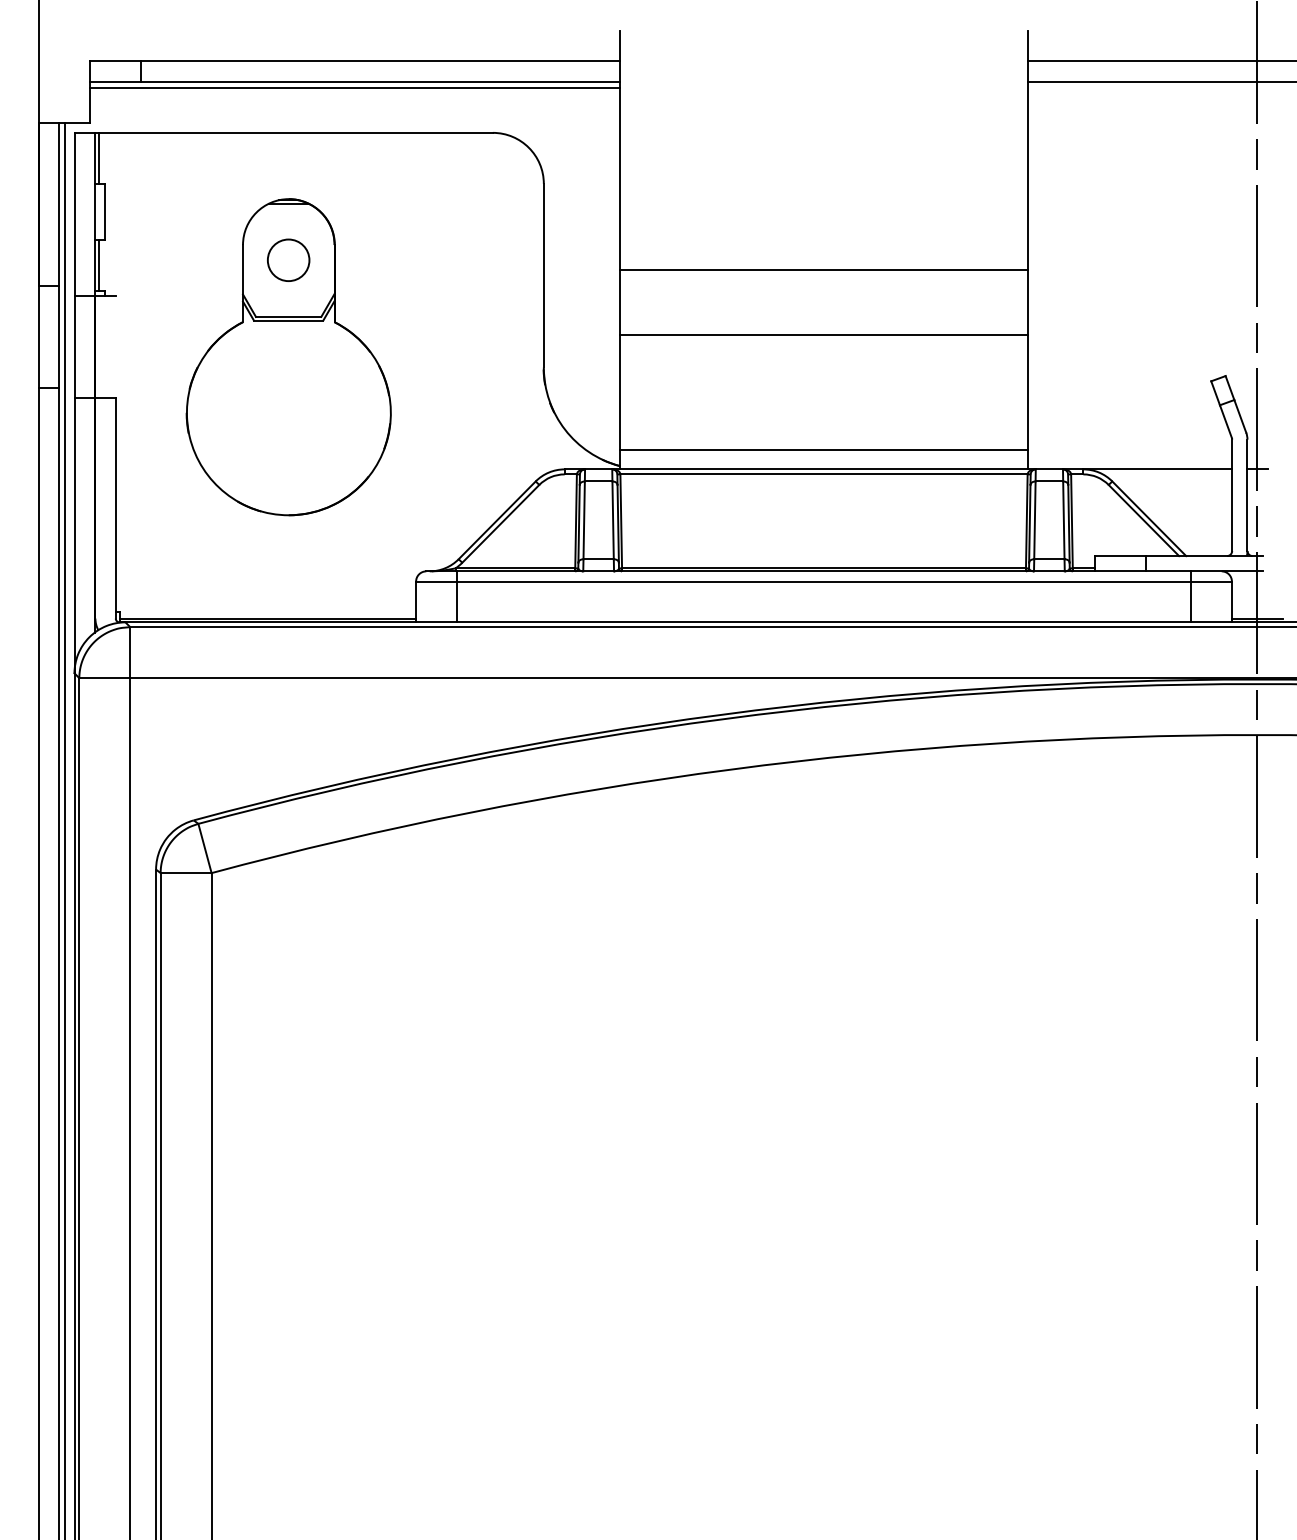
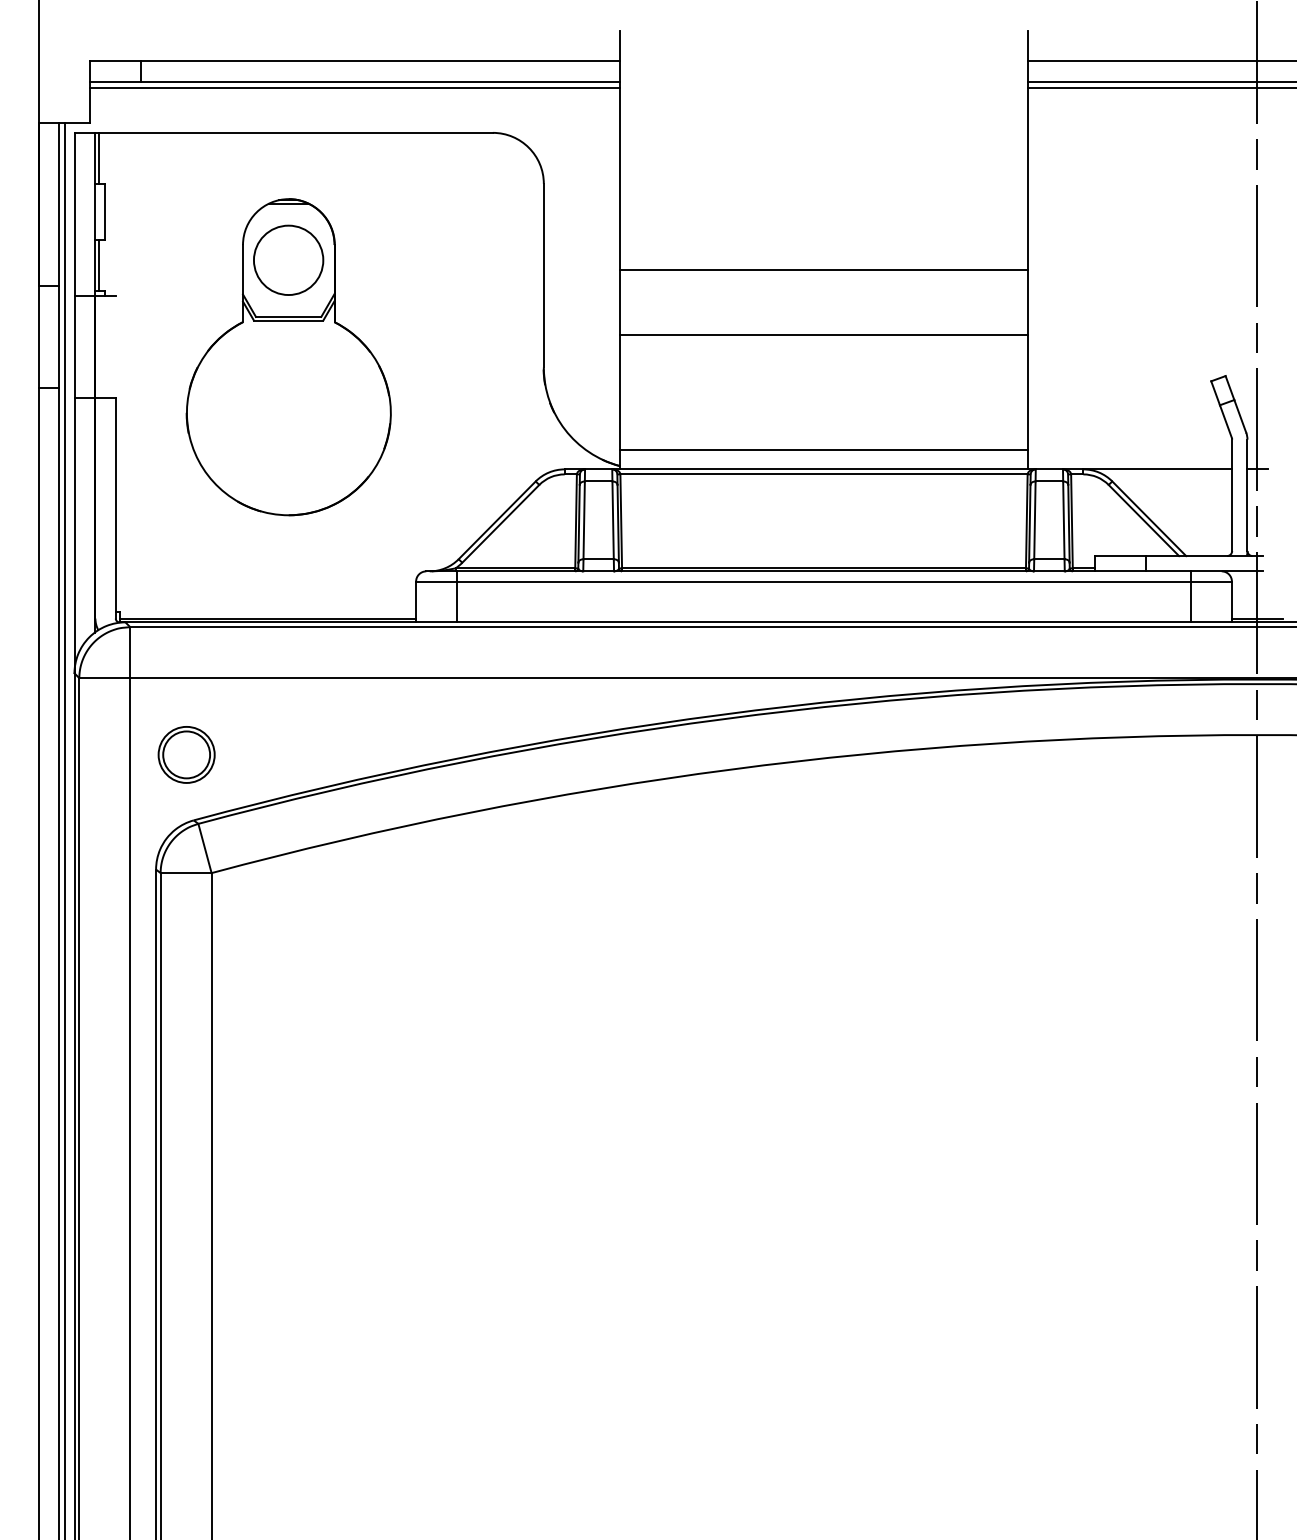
line at (1160, 88): none -> present
circle at (288, 260) diameter: 42 px -> 69 px
part at (186, 754): none -> present
